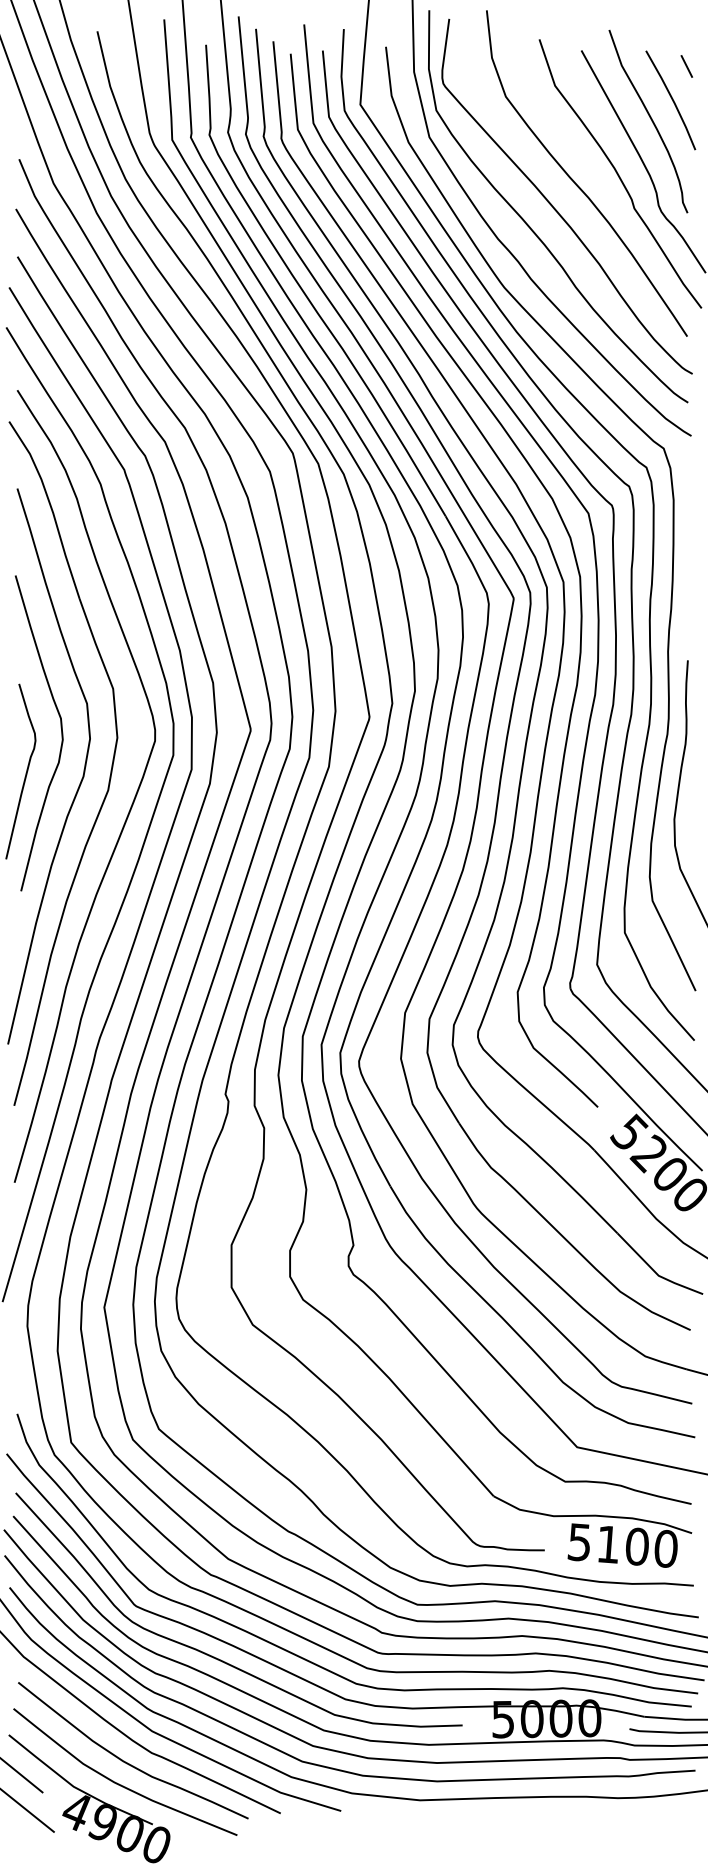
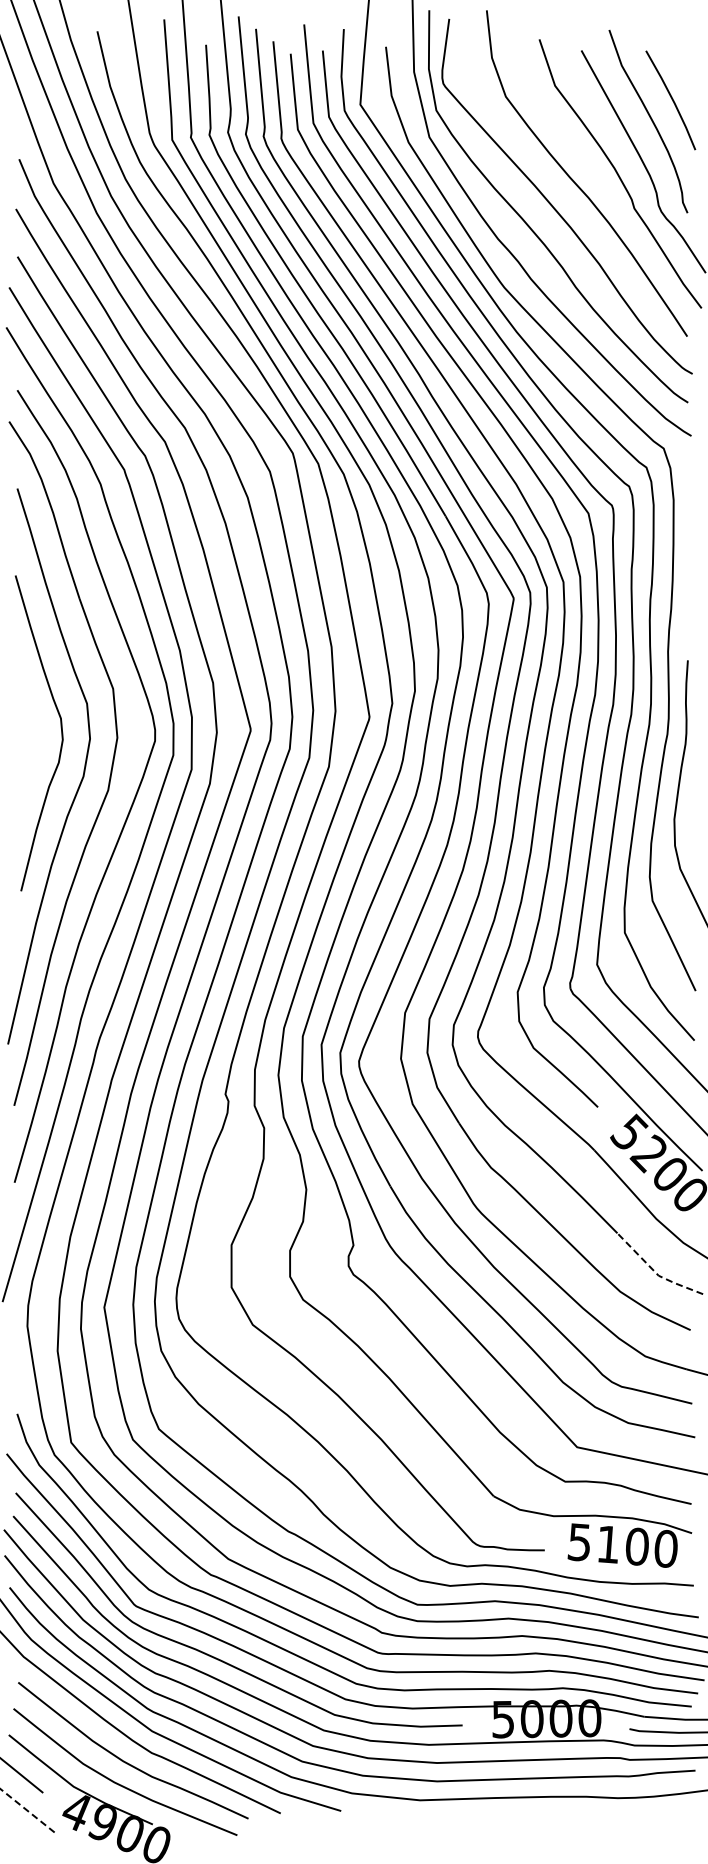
line at (686, 66): present -> none
curve at (25, 773): present -> none
line at (655, 1272): solid -> dashed
line at (27, 1810): solid -> dashed
